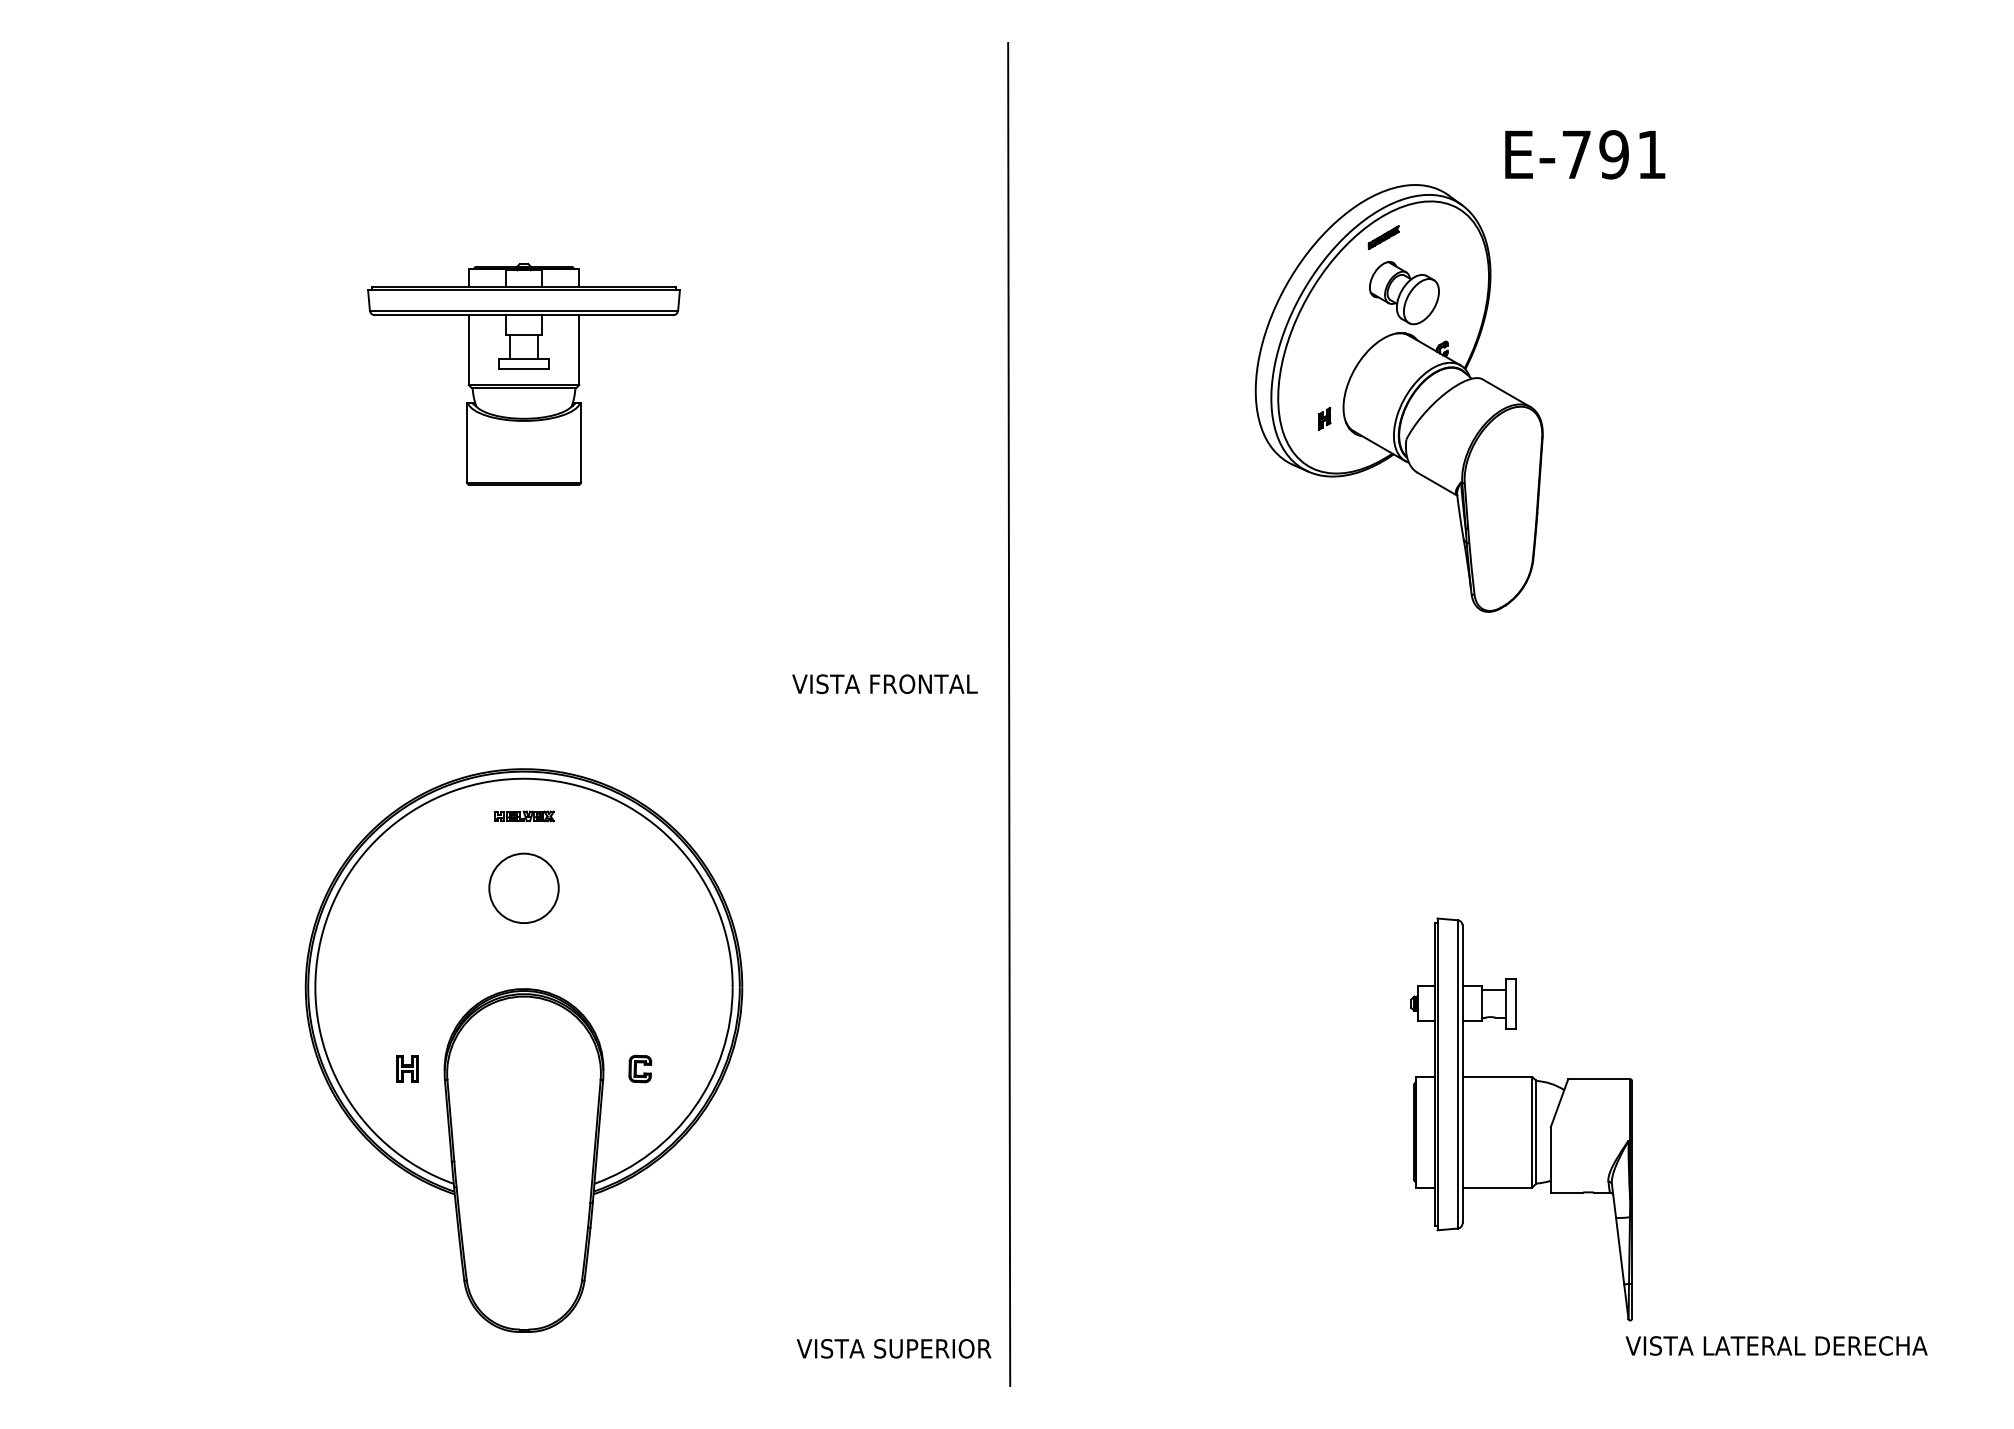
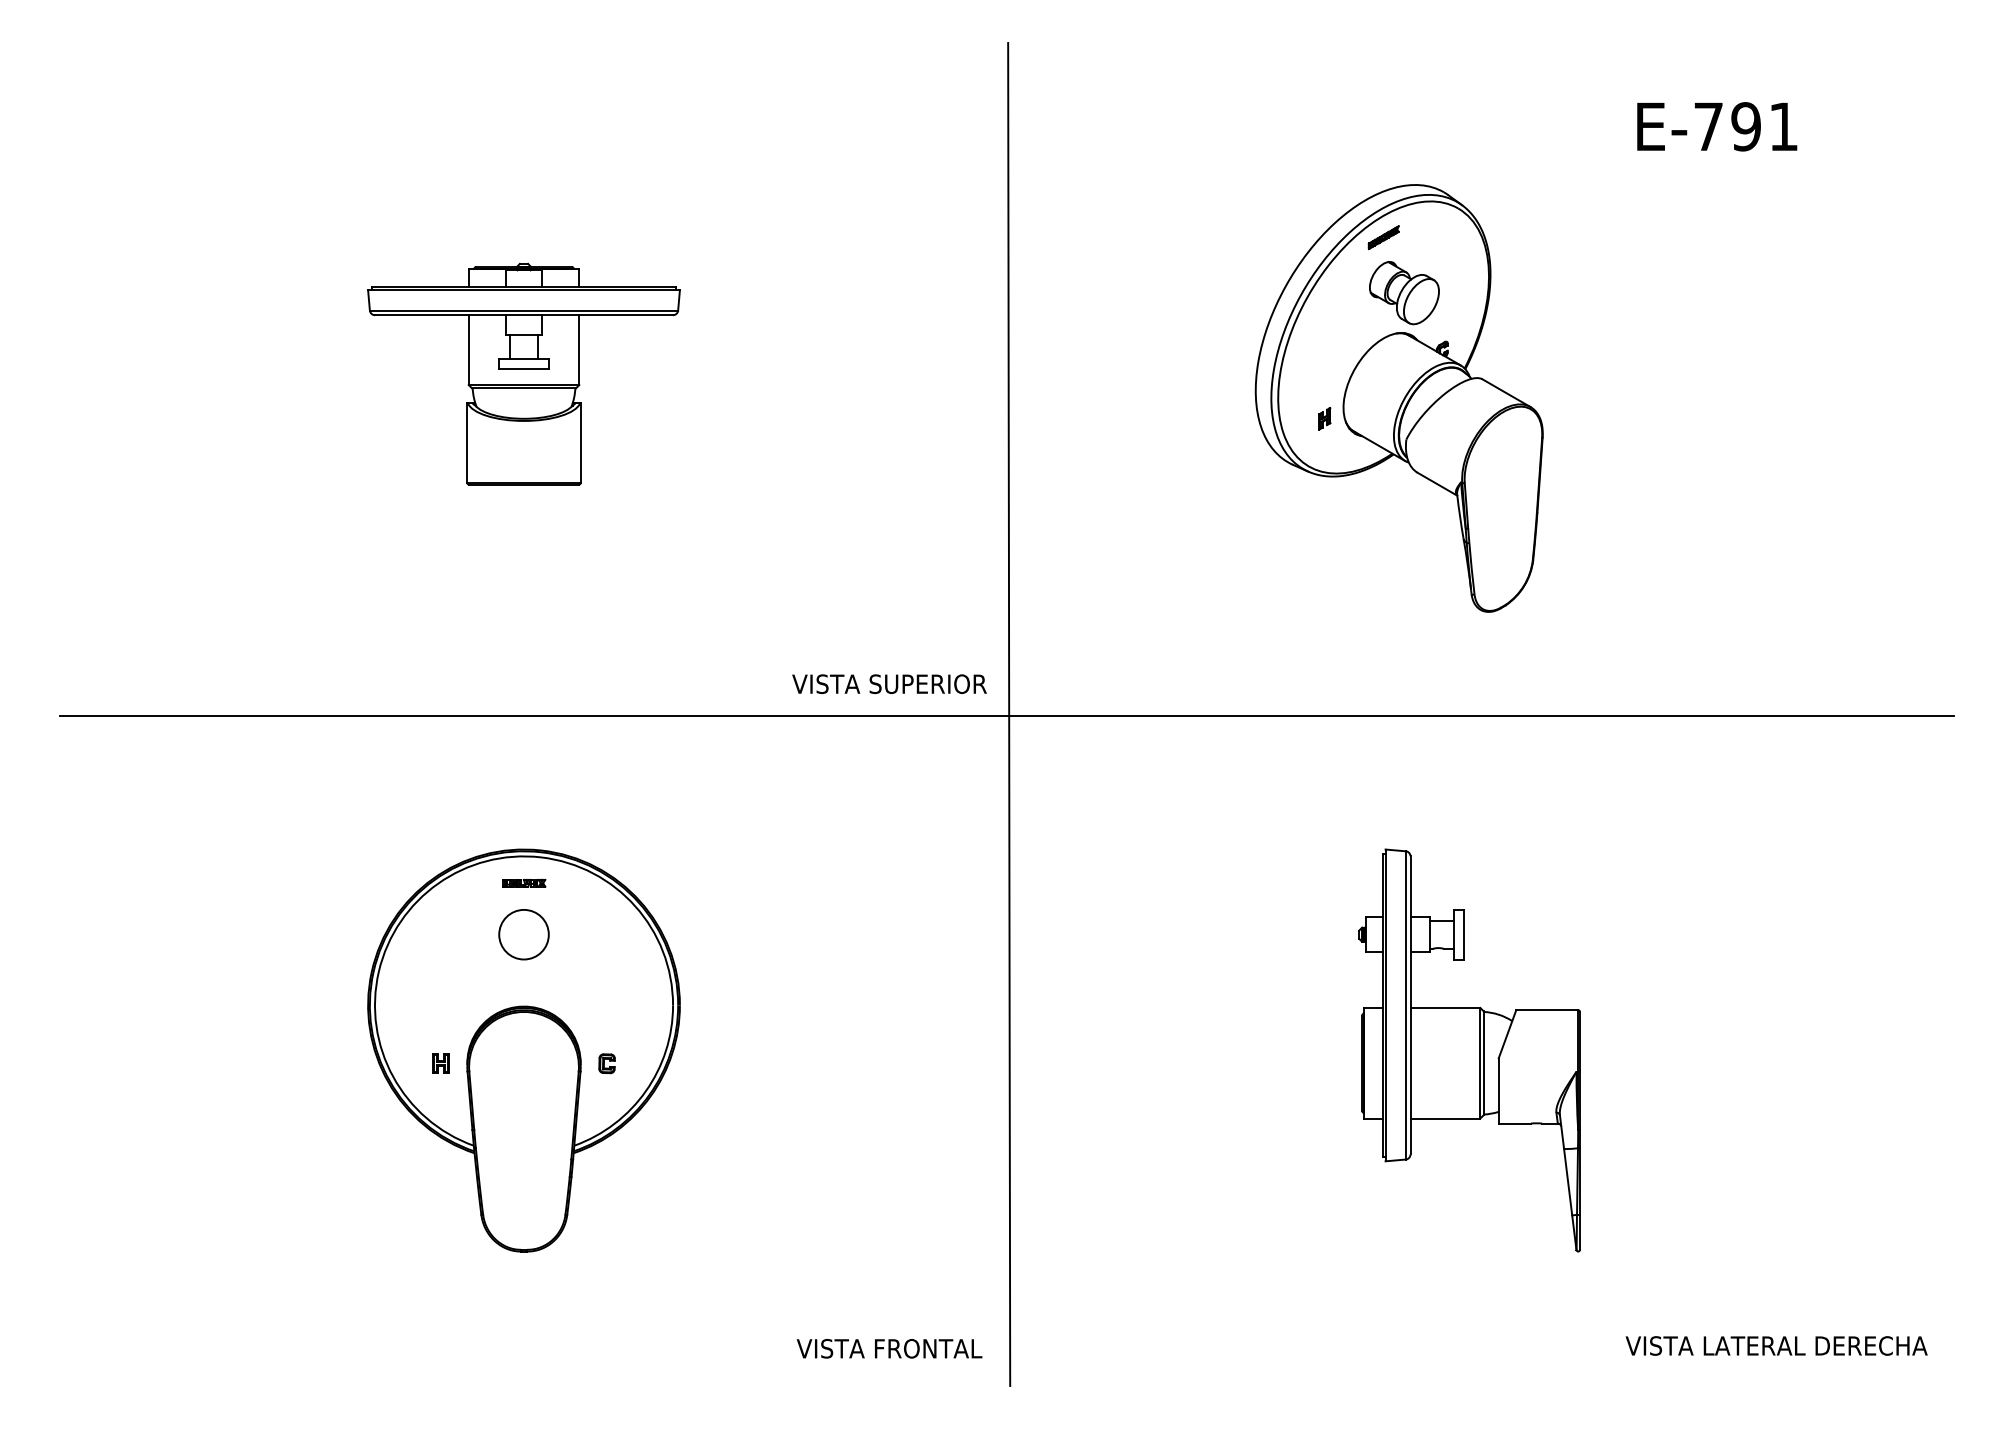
text at (1585, 154) position: (1585, 154) -> (1717, 126)
text at (927, 684): VISTA FRONTAL -> VISTA SUPERIOR
line at (1006, 715): none -> present
part at (523, 1050) size: 440x565 px -> 314x405 px
part at (1521, 1119) position: (1521, 1119) -> (1469, 1050)
text at (932, 1348): VISTA SUPERIOR -> VISTA FRONTAL
